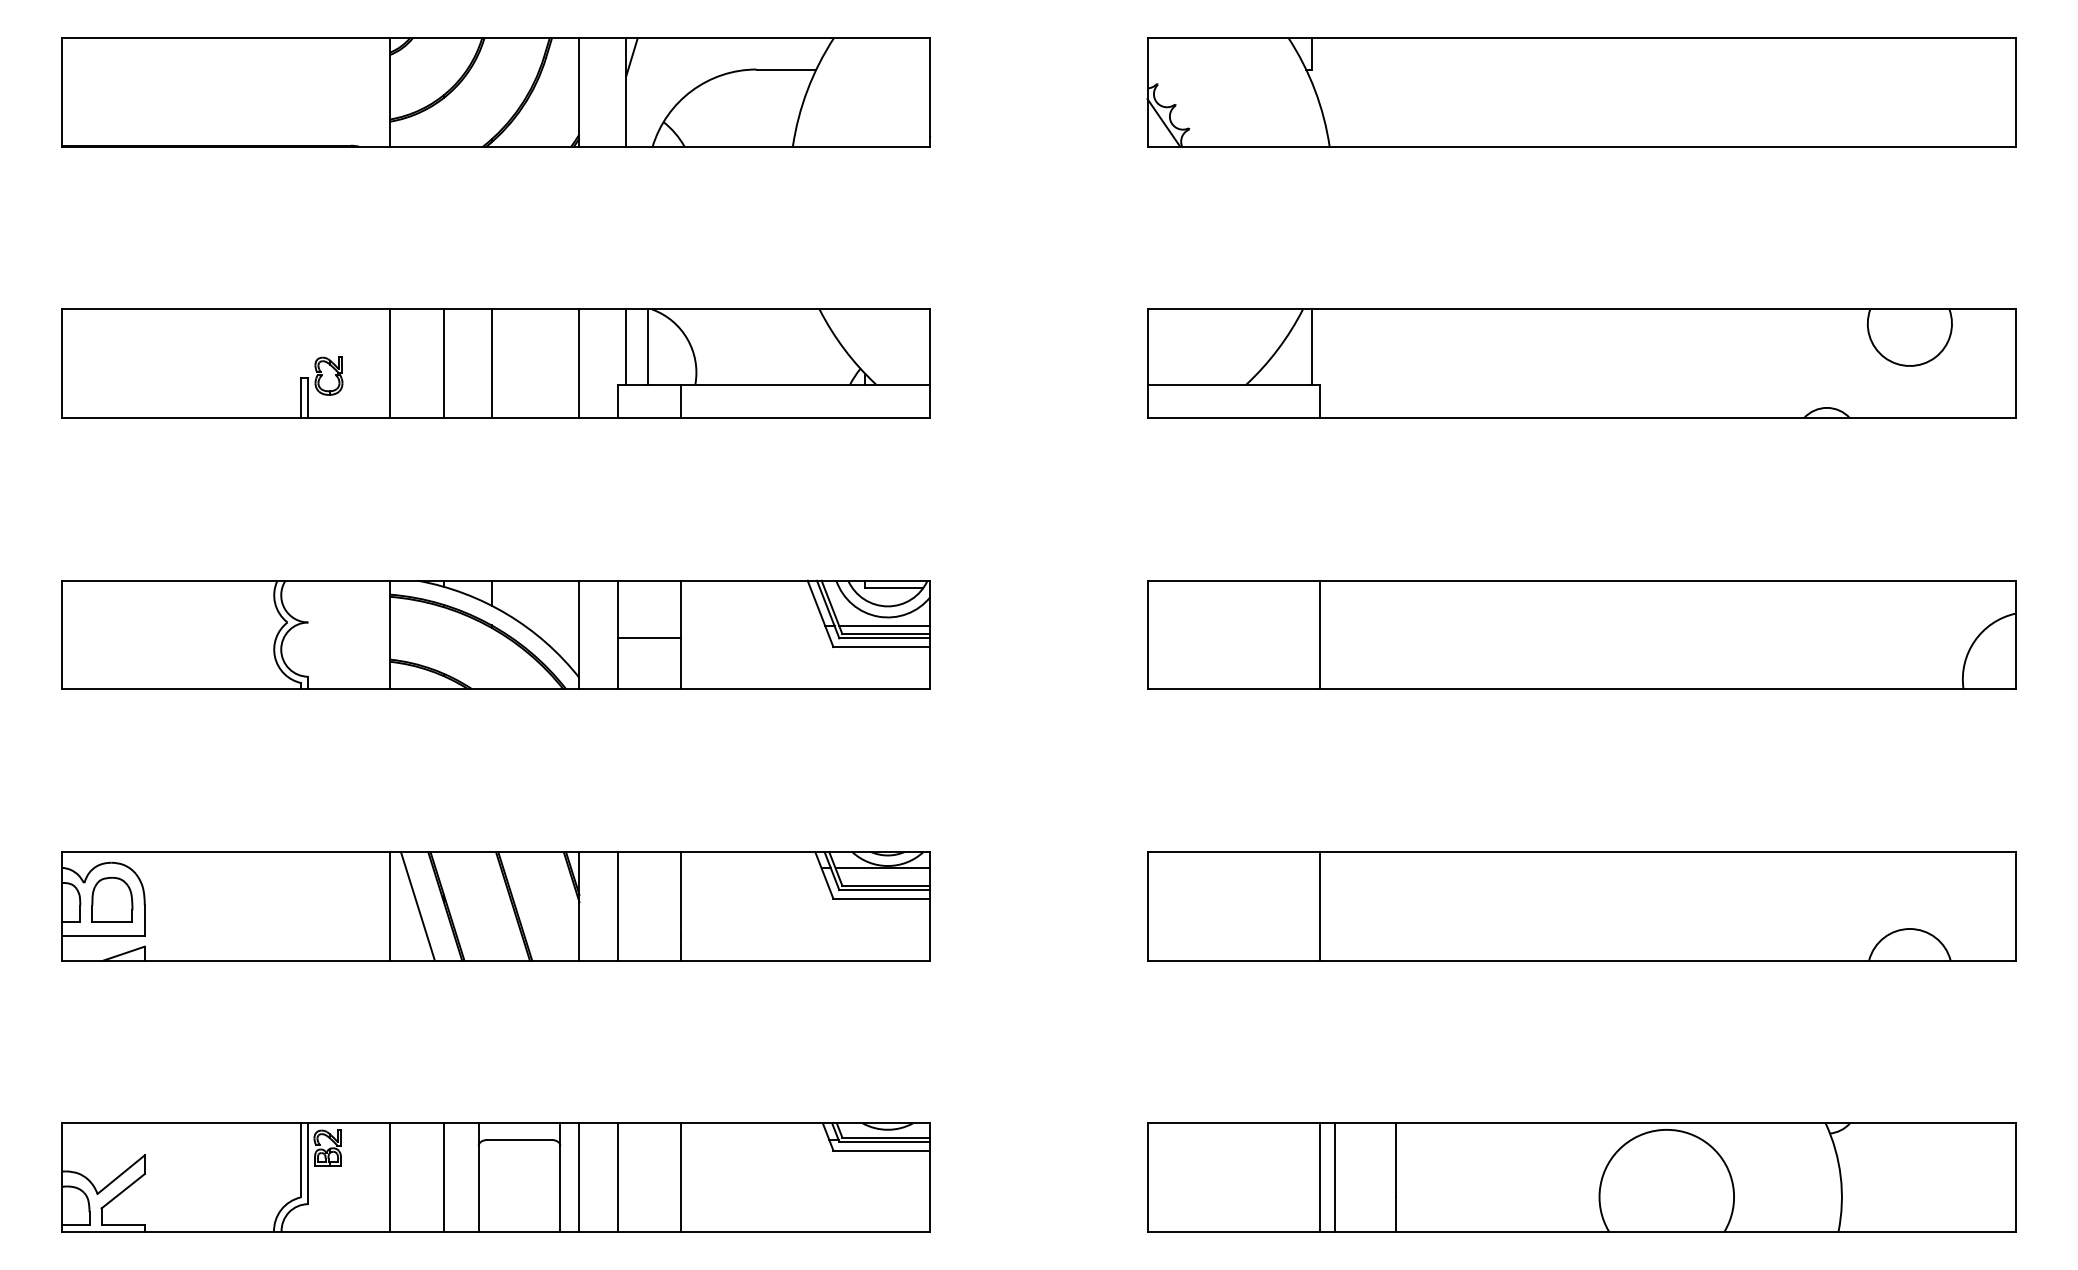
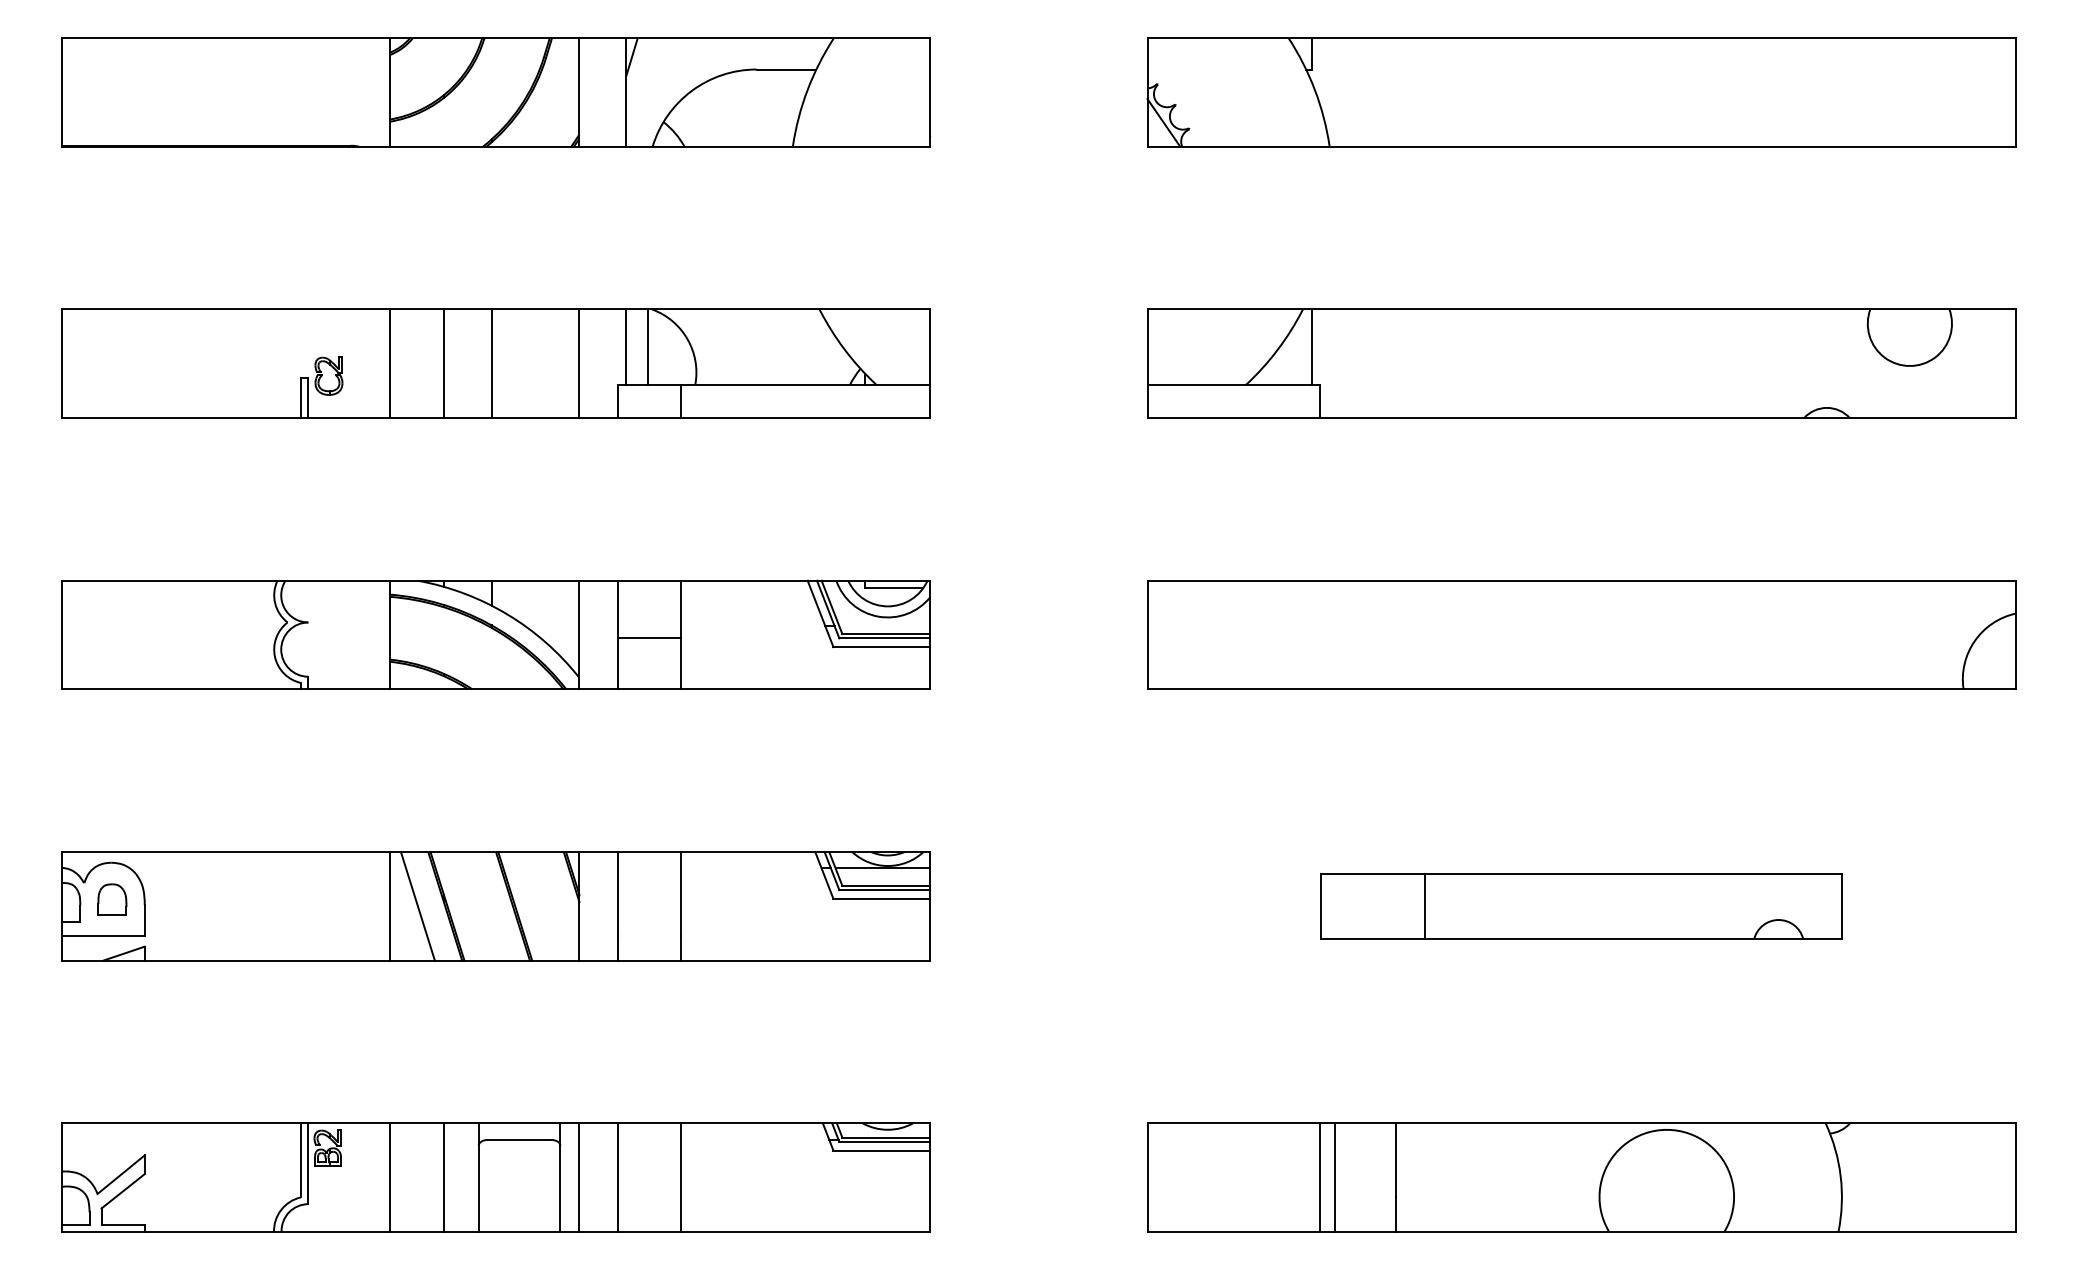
line at (884, 625): present -> none
line at (1319, 634): present -> none
part at (112, 899) size: 43x47 px -> 31x33 px
part at (1581, 906) size: 870x111 px -> 523x67 px
